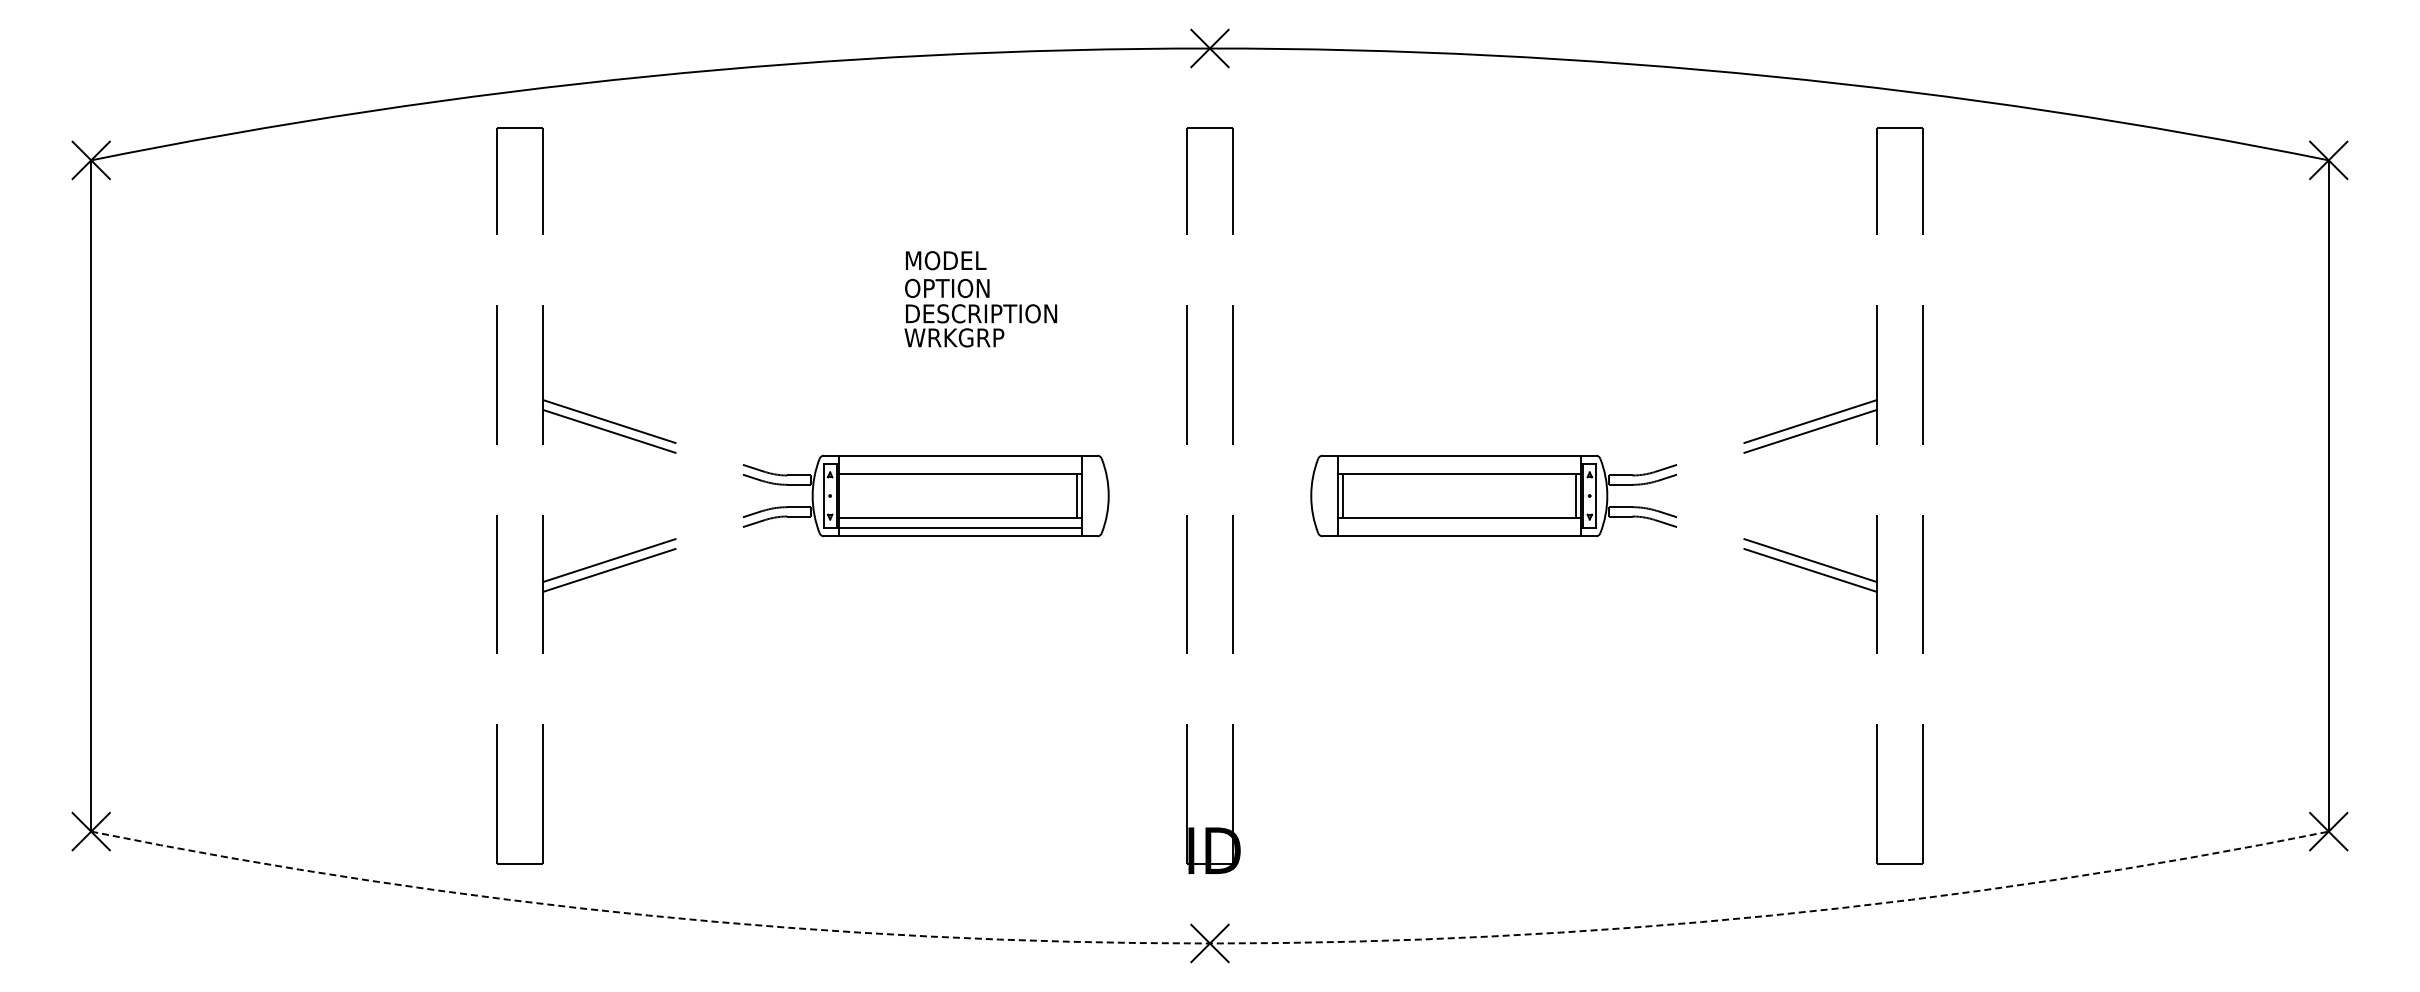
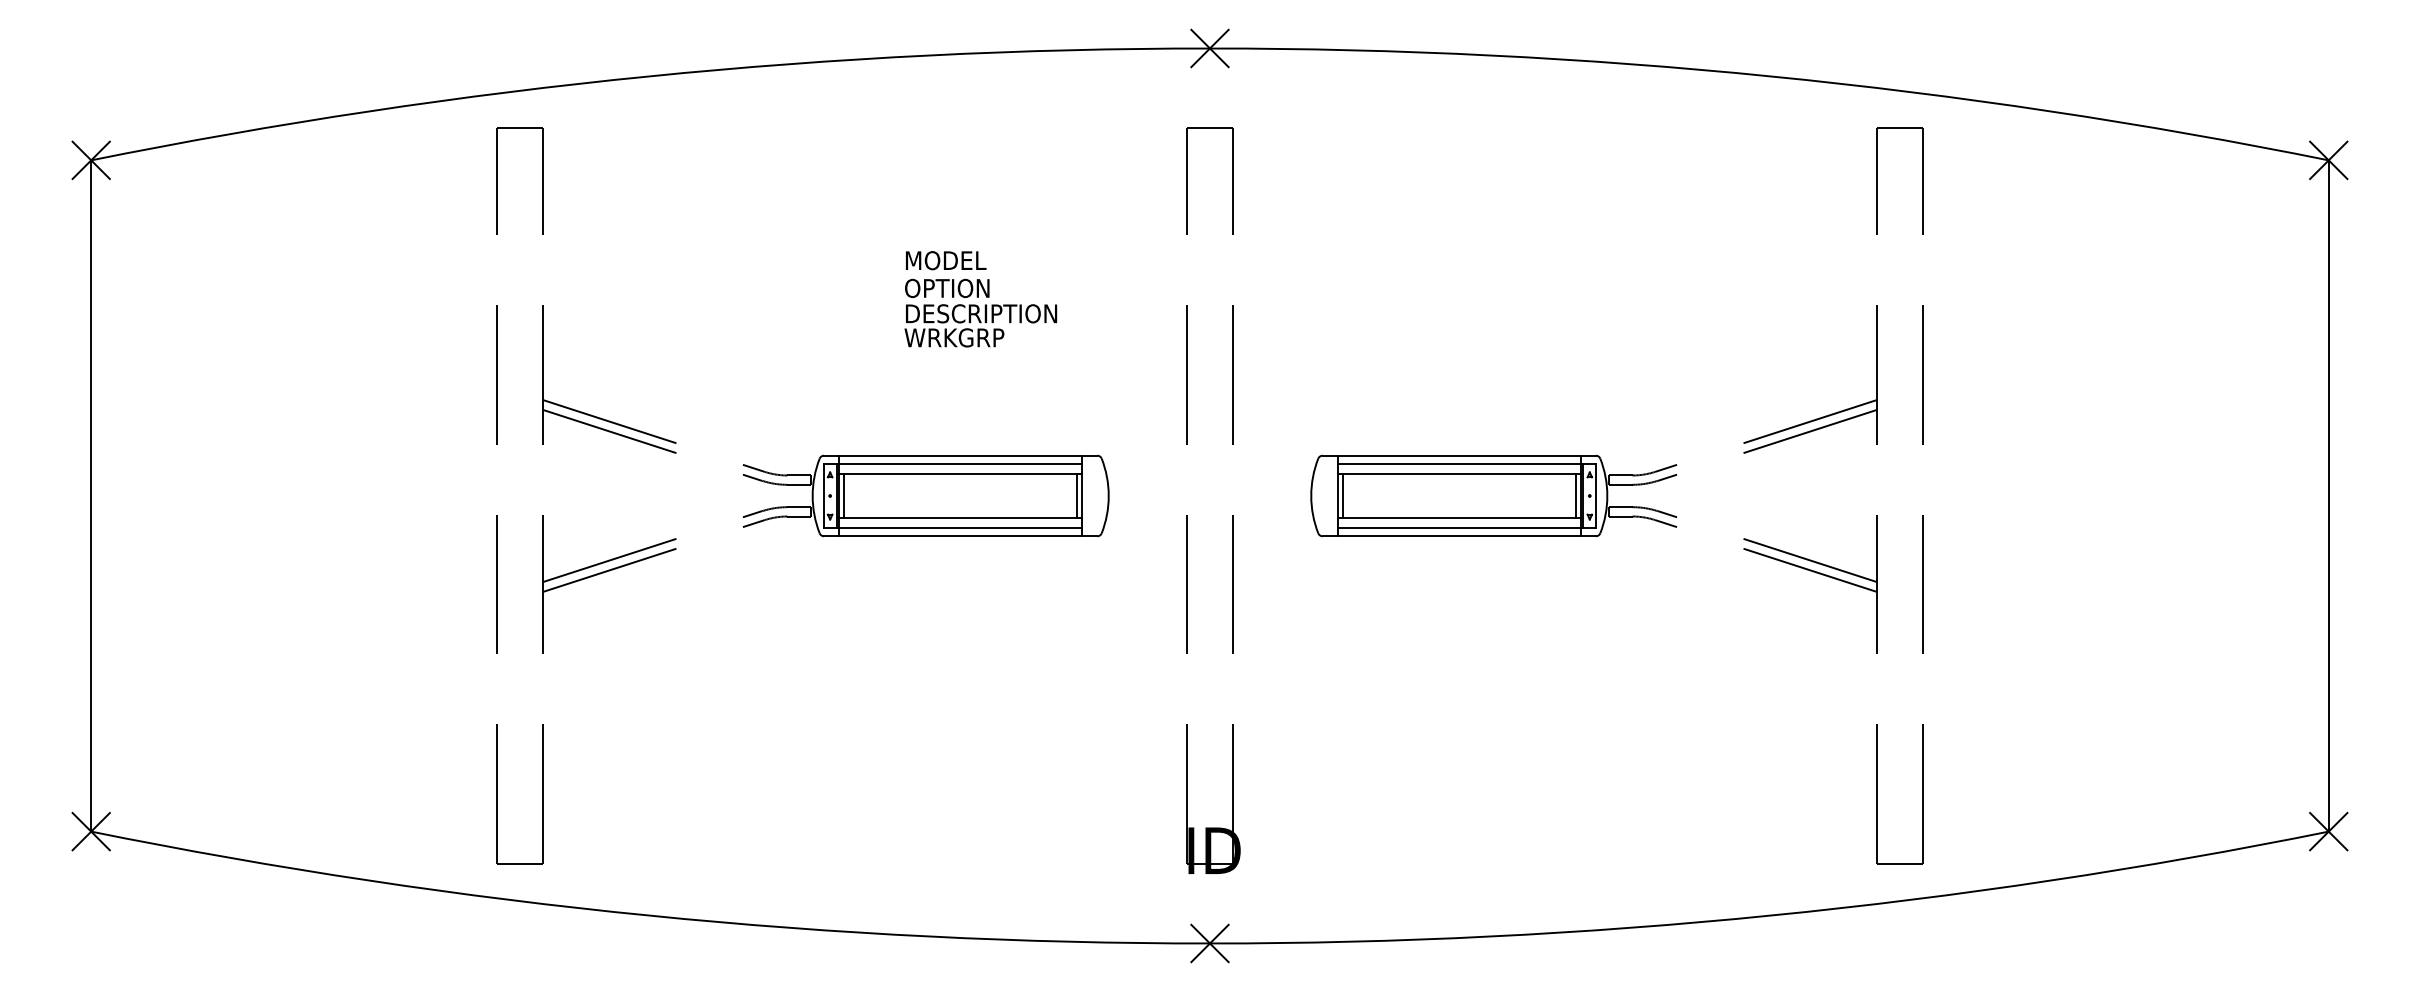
line at (960, 463): none -> present
line at (1459, 463): none -> present
line at (844, 495): none -> present
line at (1459, 528): none -> present
arc at (1209, 943): dashed -> solid
